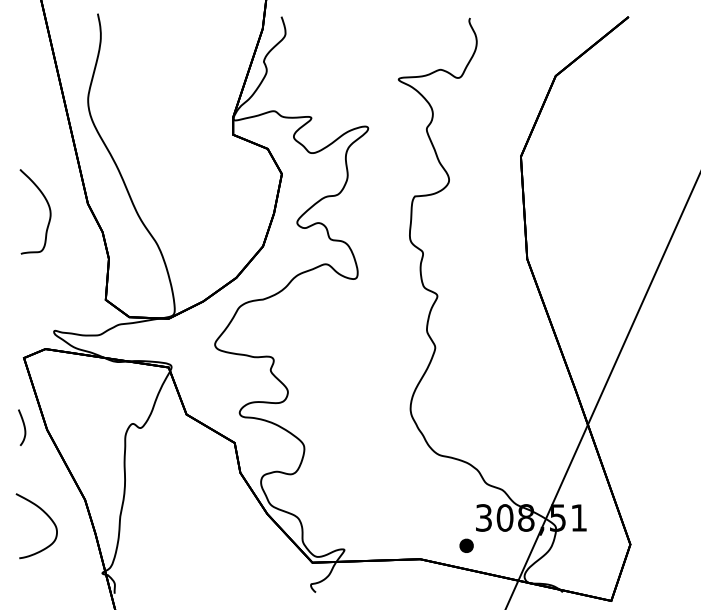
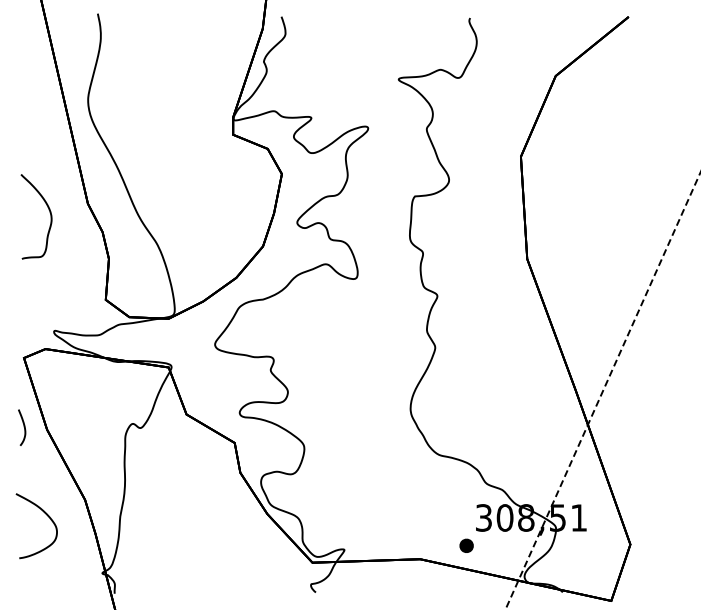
curve at (48, 207) position: (48, 207) -> (49, 212)
line at (603, 390): solid -> dashed
